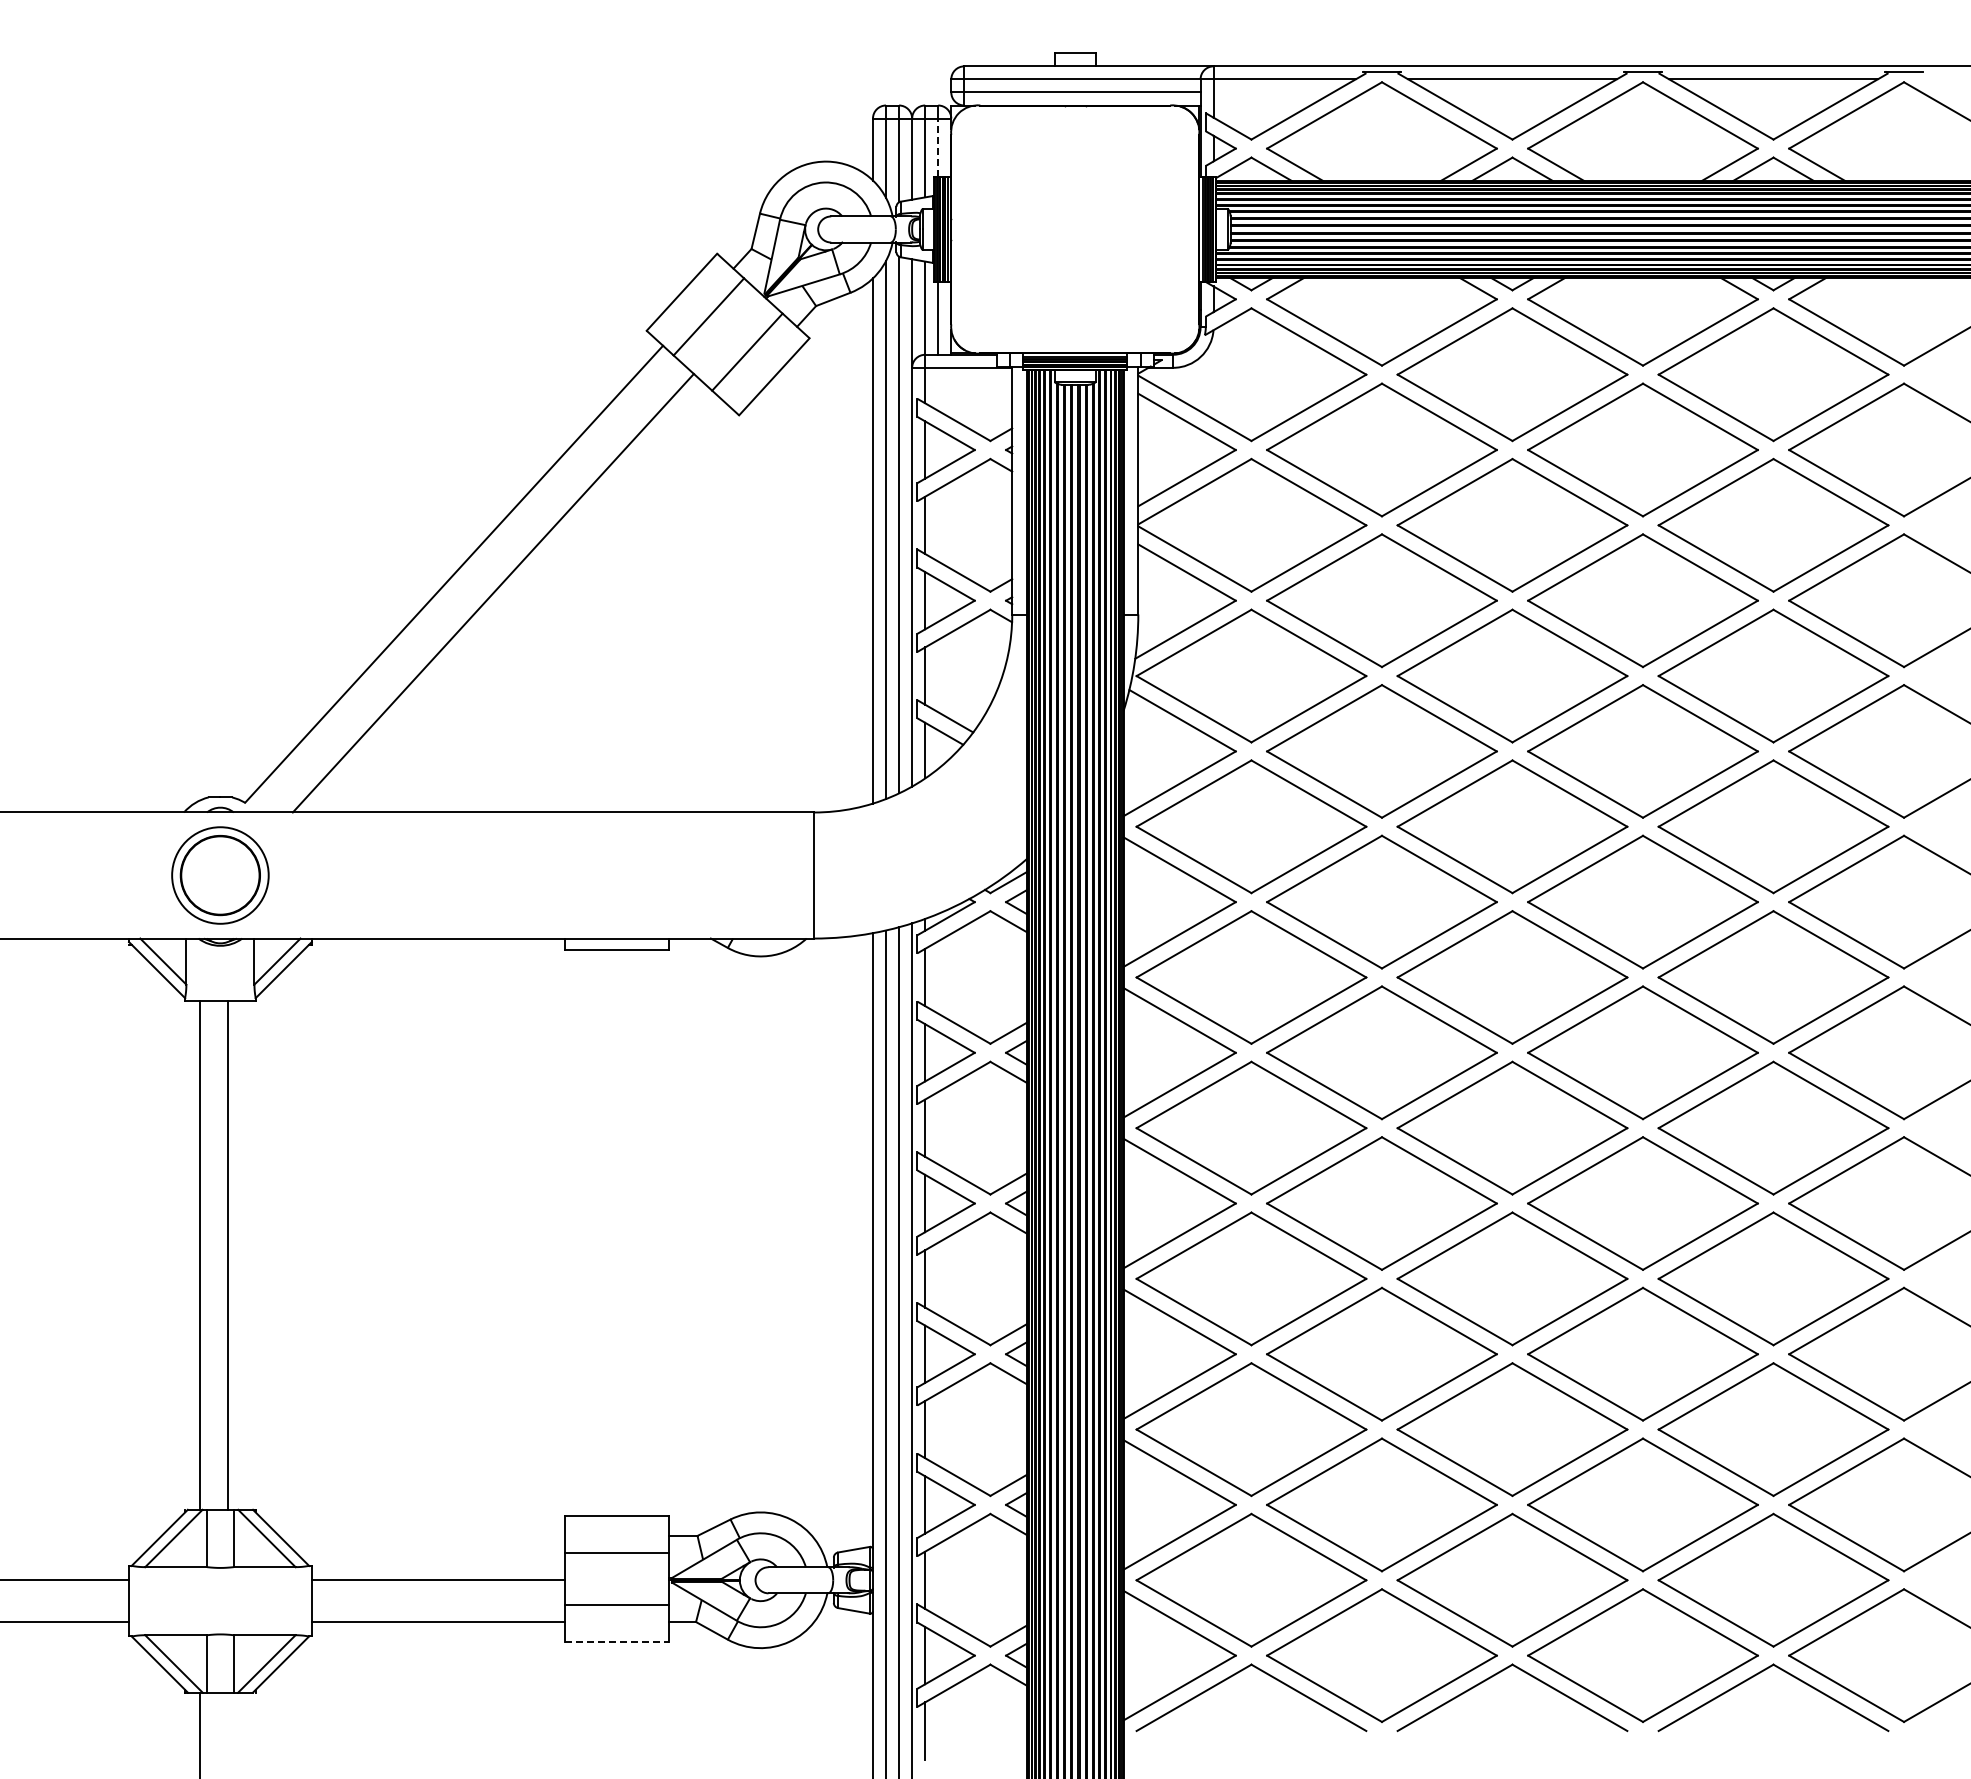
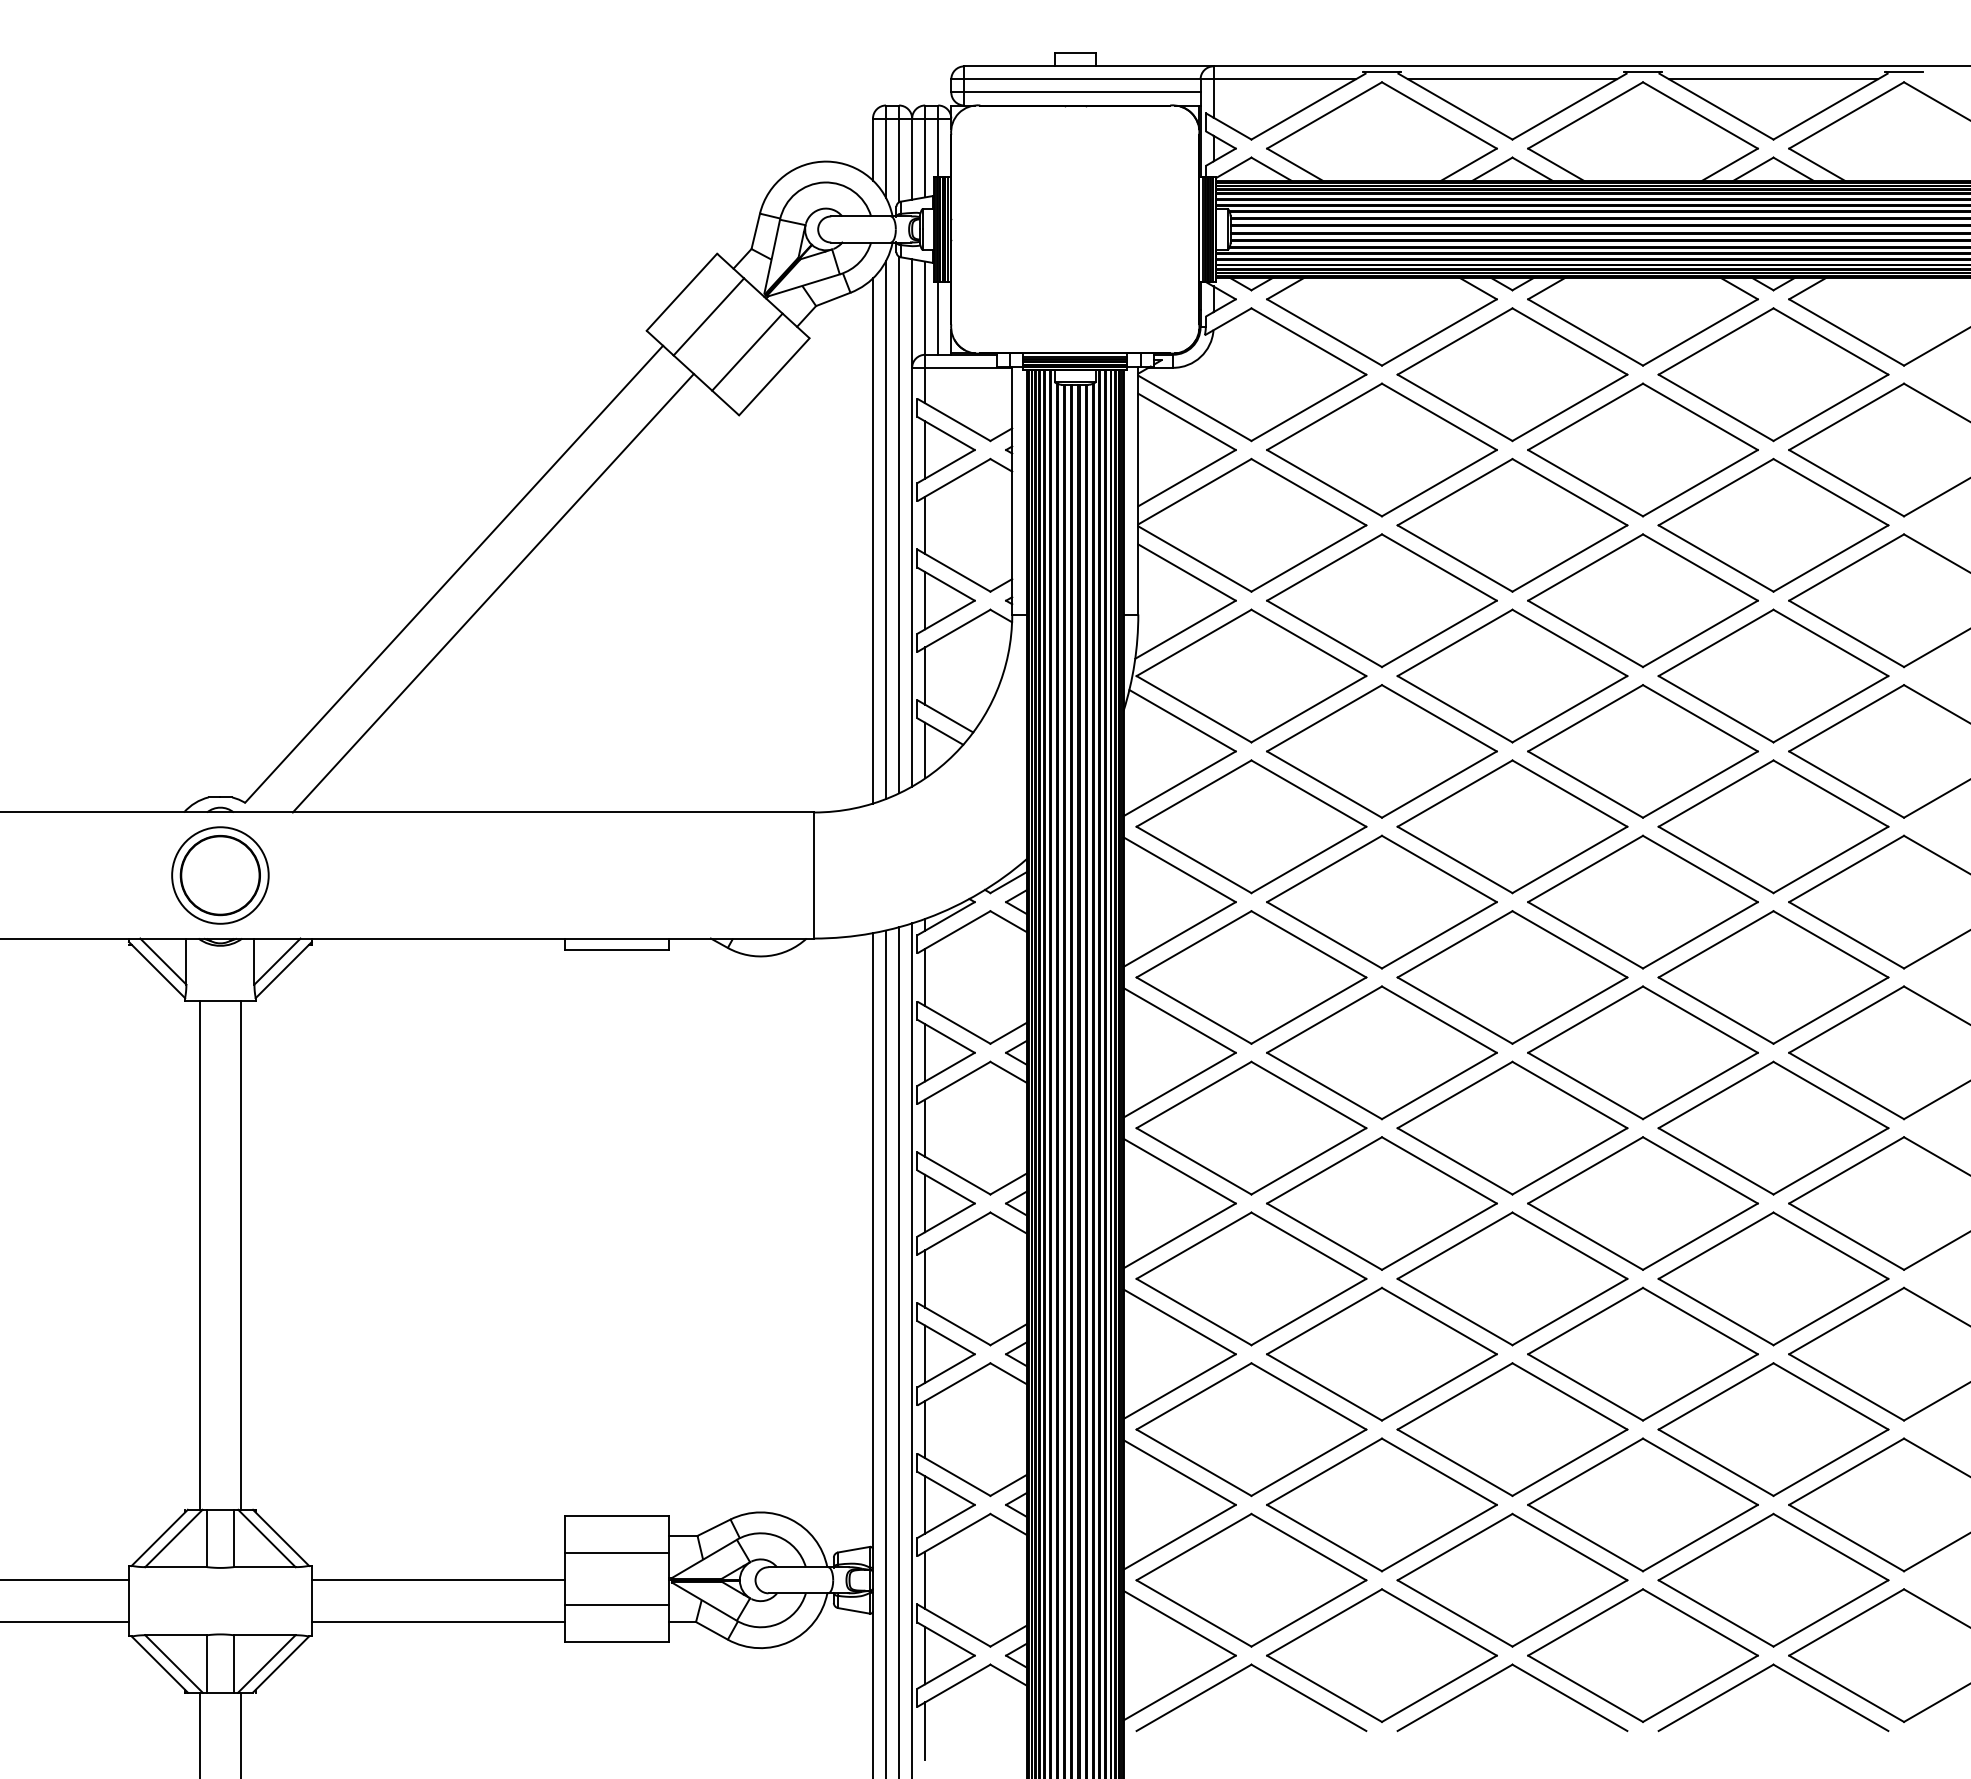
line at (938, 147): dashed -> solid
line at (228, 1254) position: (228, 1254) -> (241, 1254)
line at (617, 1641): dashed -> solid
line at (241, 1733): none -> present
